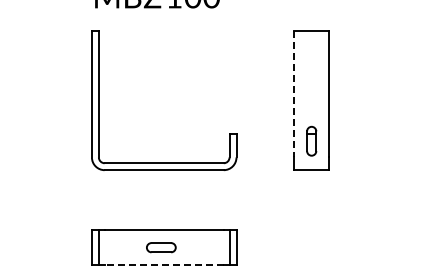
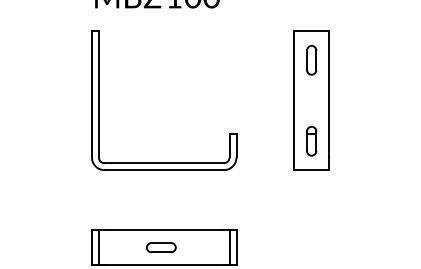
part at (311, 60): none -> present
line at (294, 94): dashed -> solid
line at (164, 265): dashed -> solid
